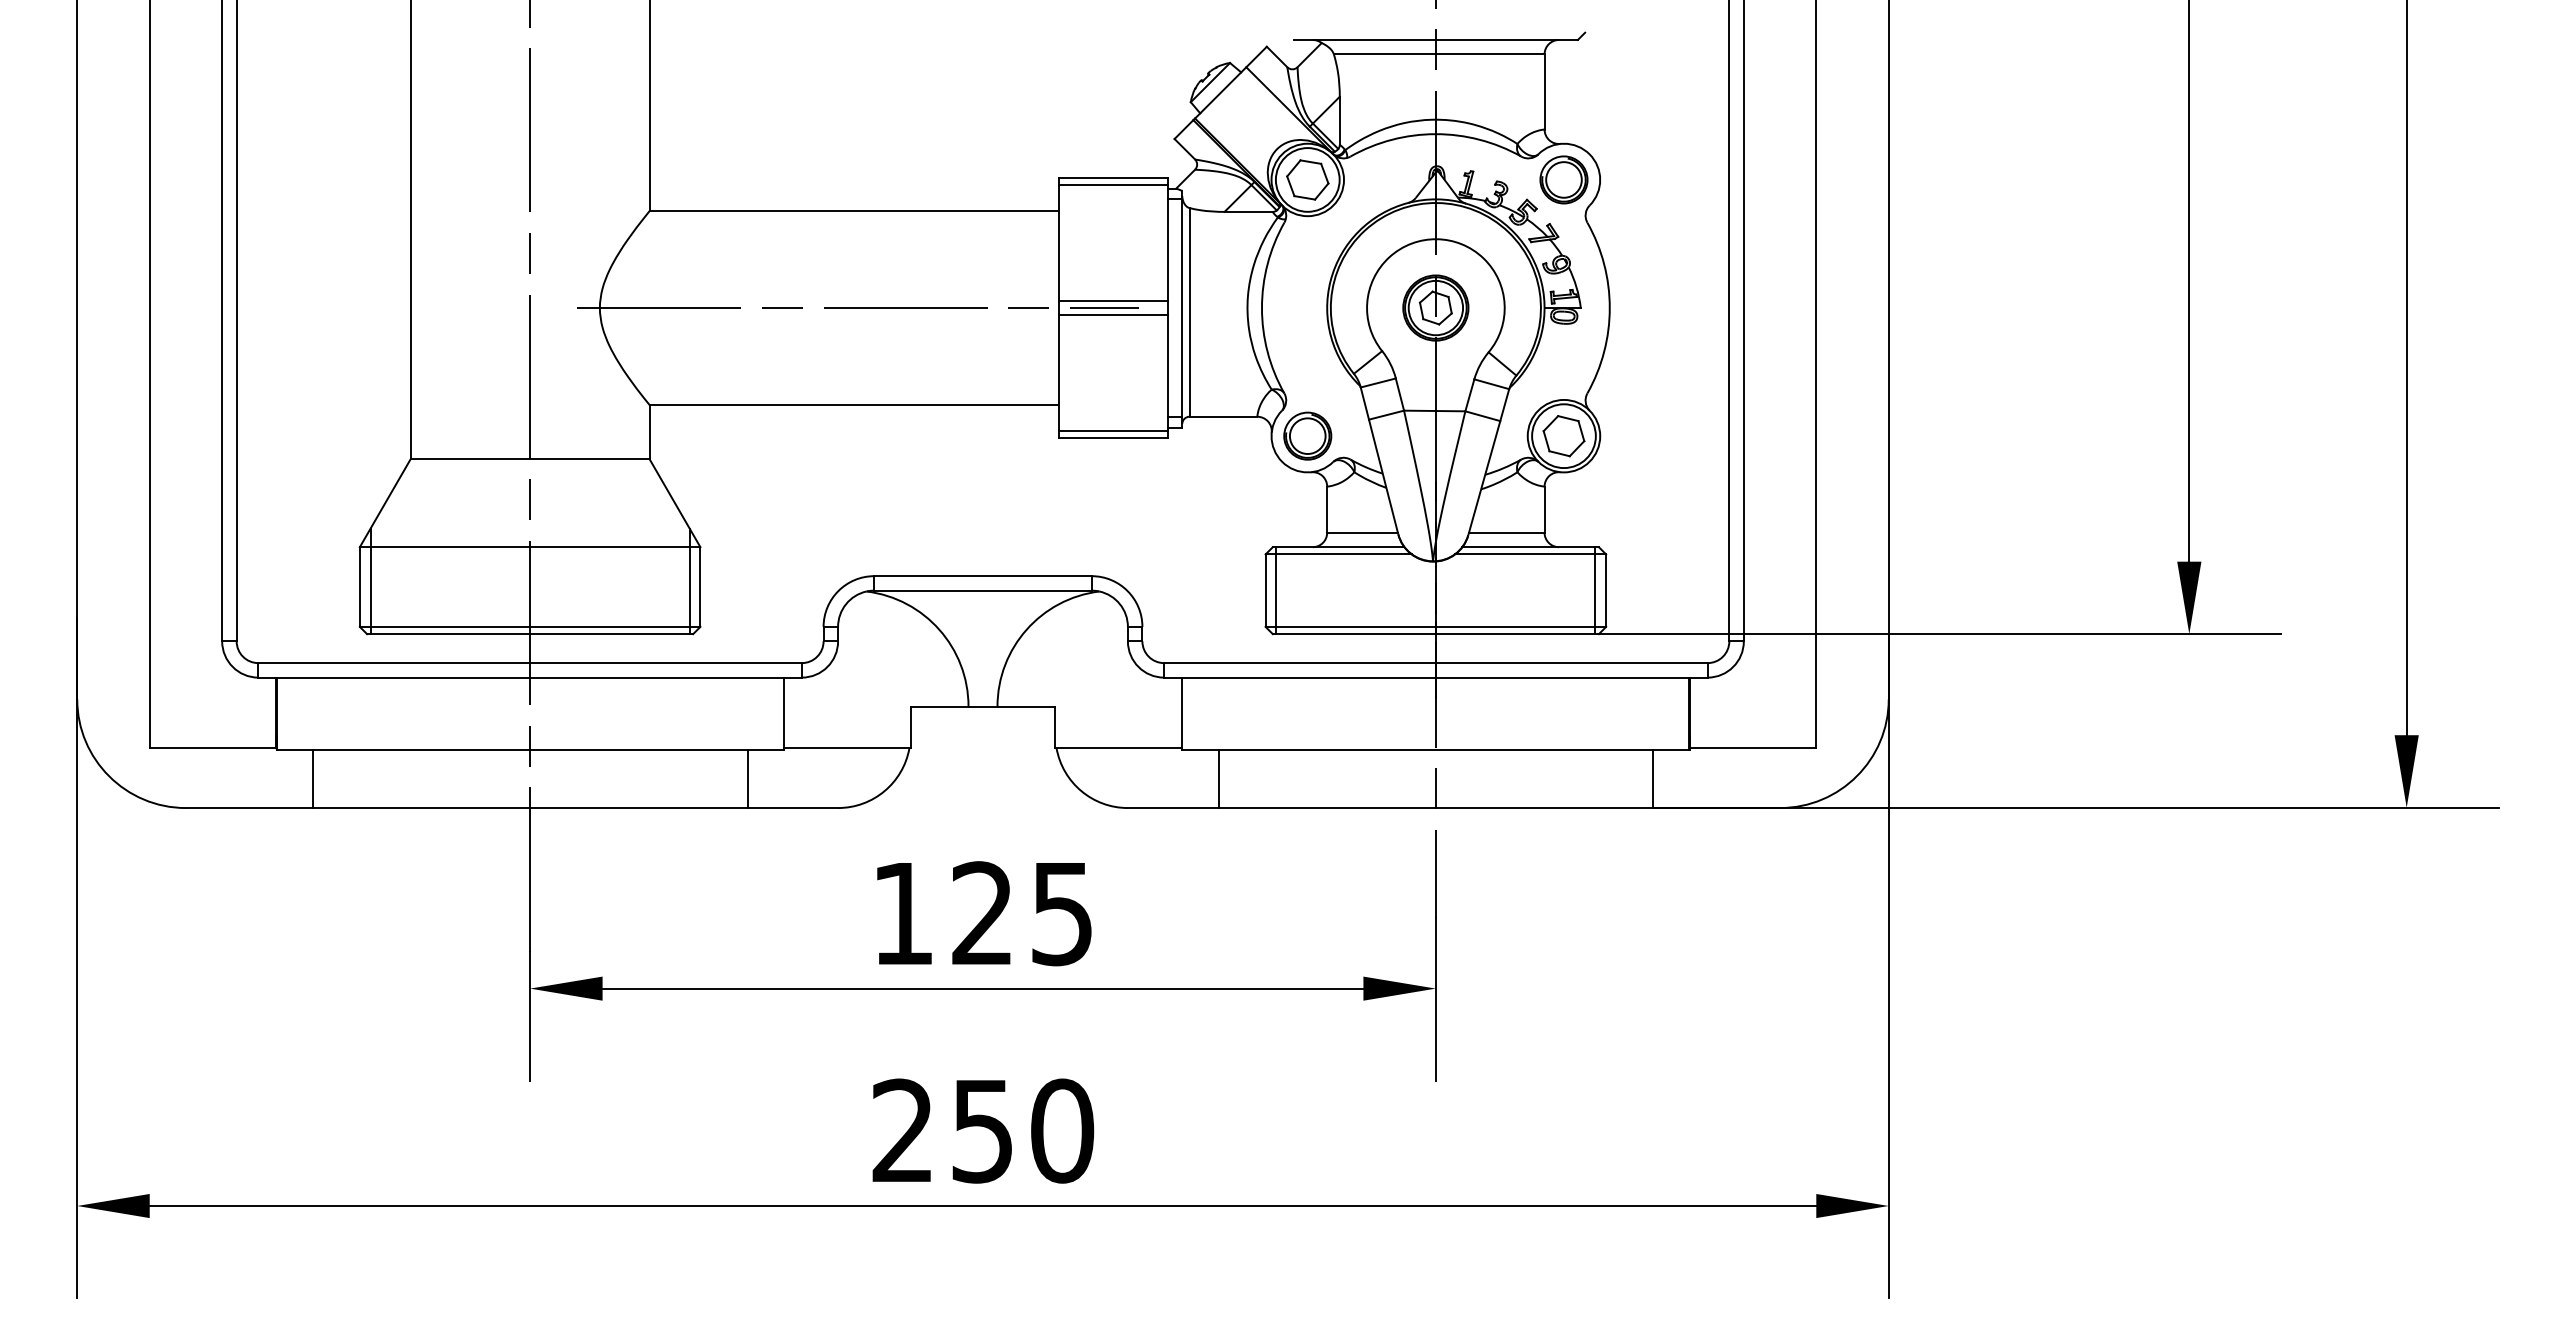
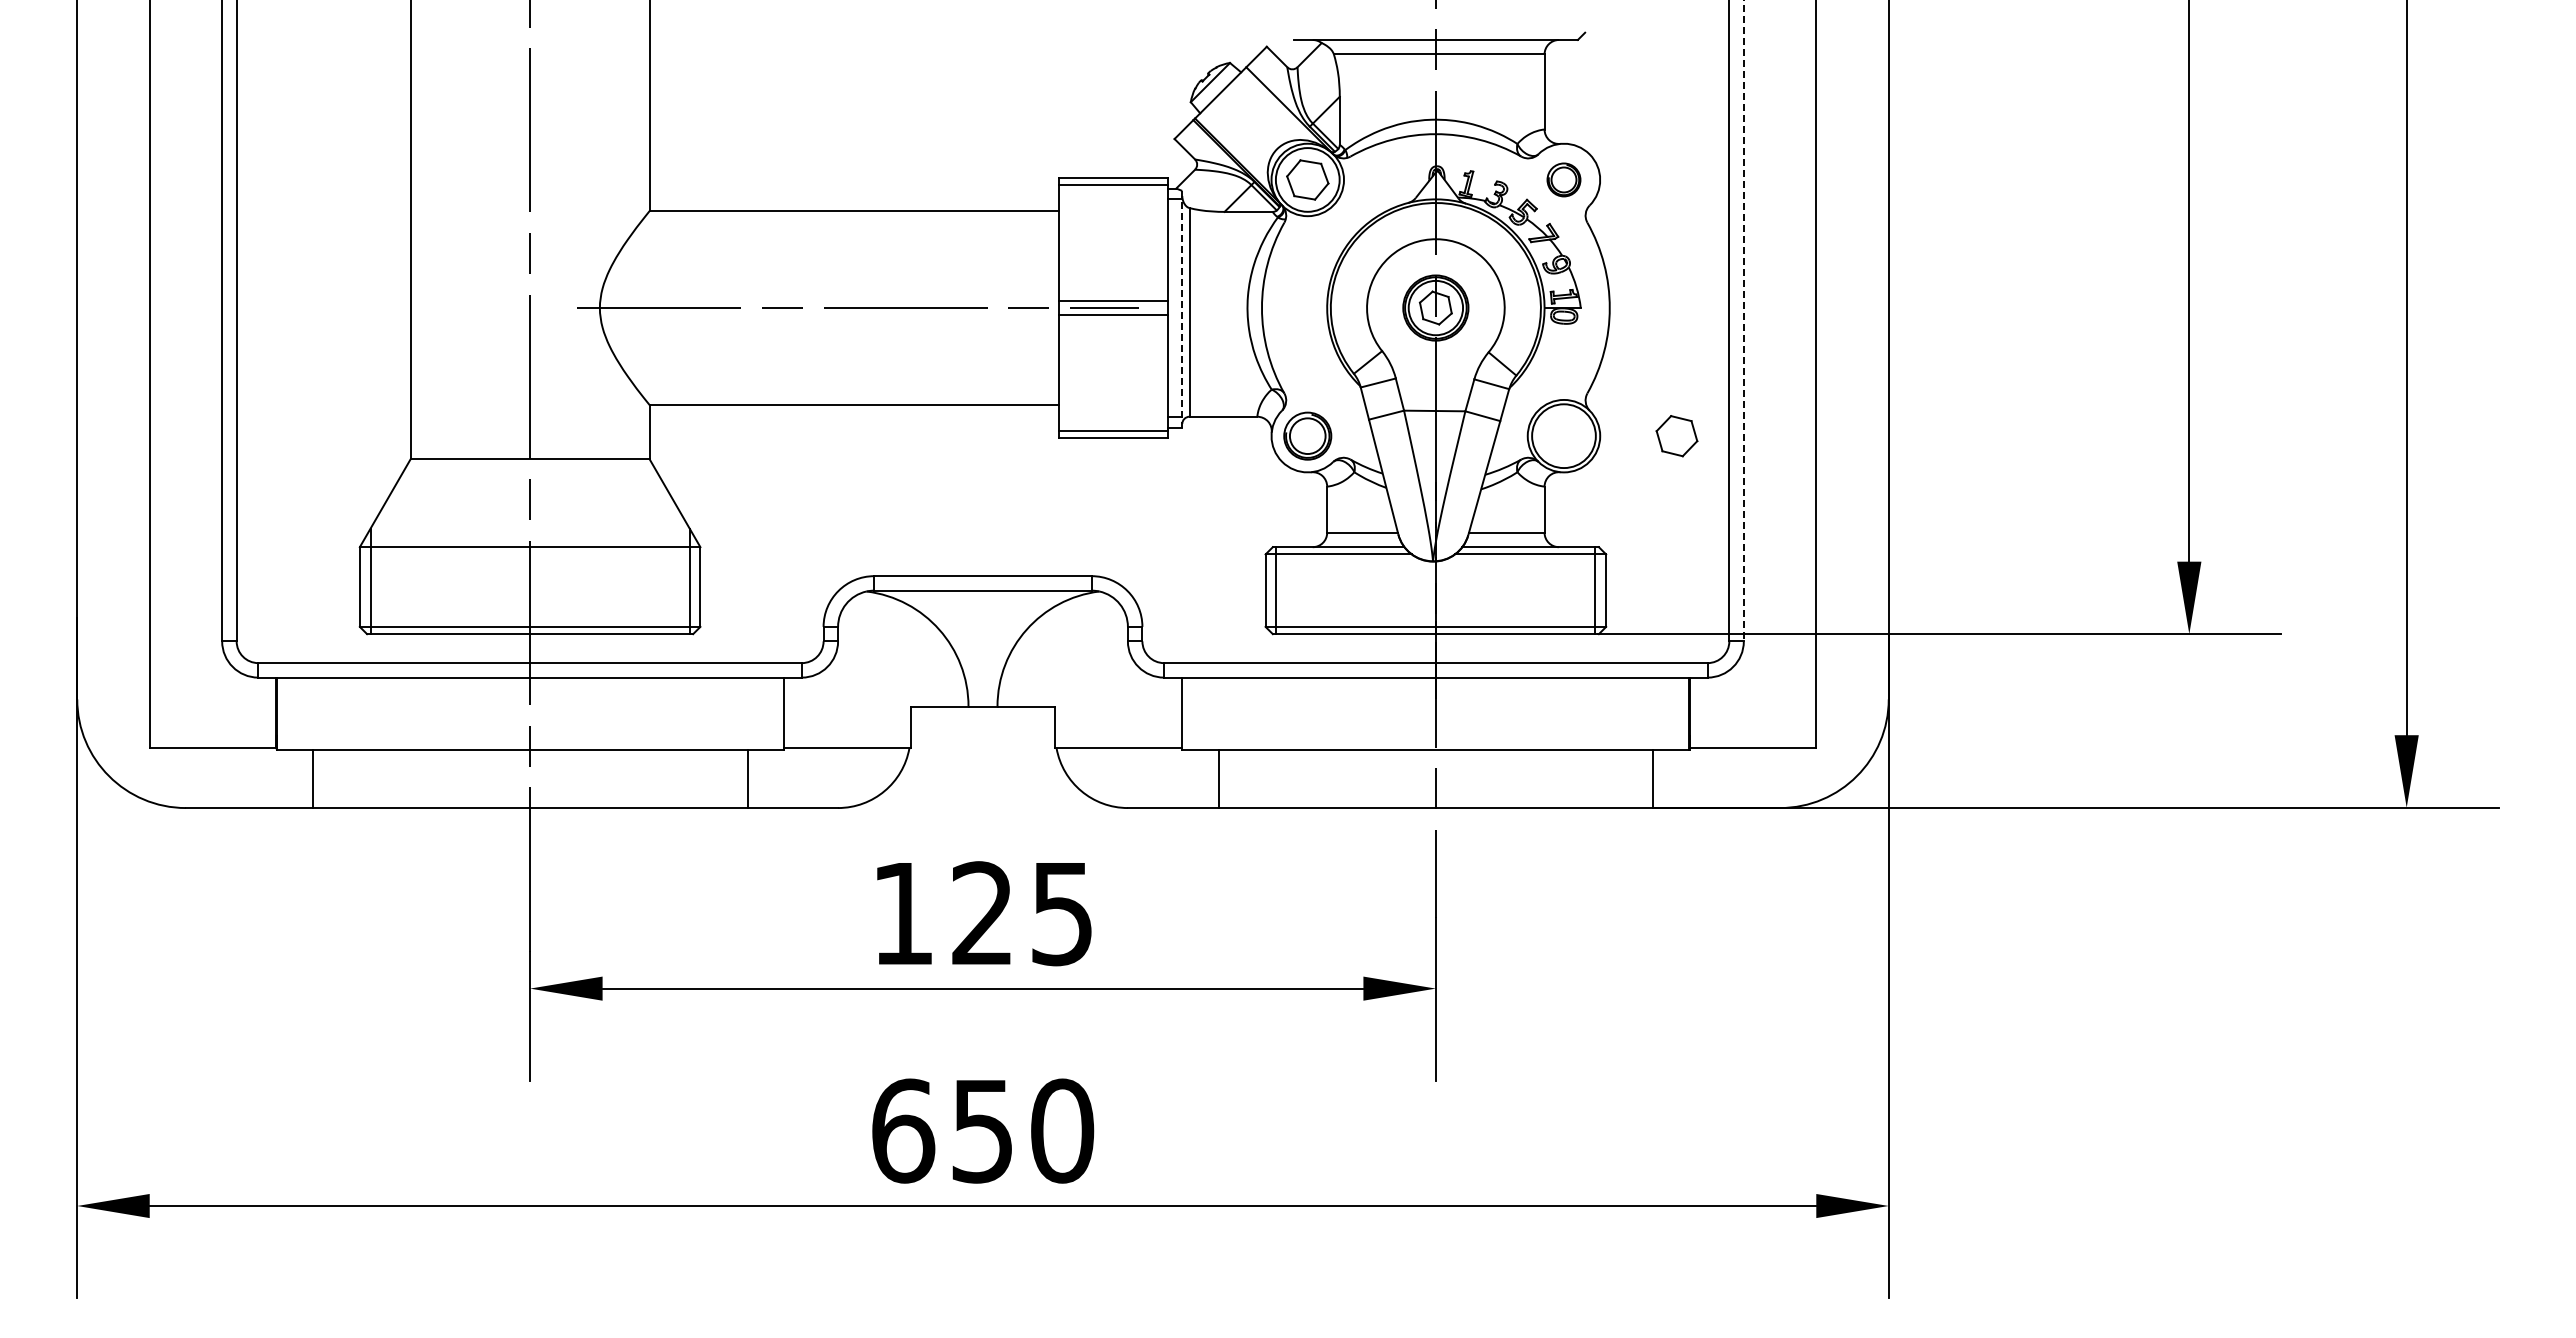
part at (1563, 179) size: 50x50 px -> 36x36 px
line at (1182, 309): solid -> dashed
line at (1743, 321): solid -> dashed
part at (1563, 436) position: (1563, 436) -> (1676, 436)
text at (903, 1130): 250 -> 650
